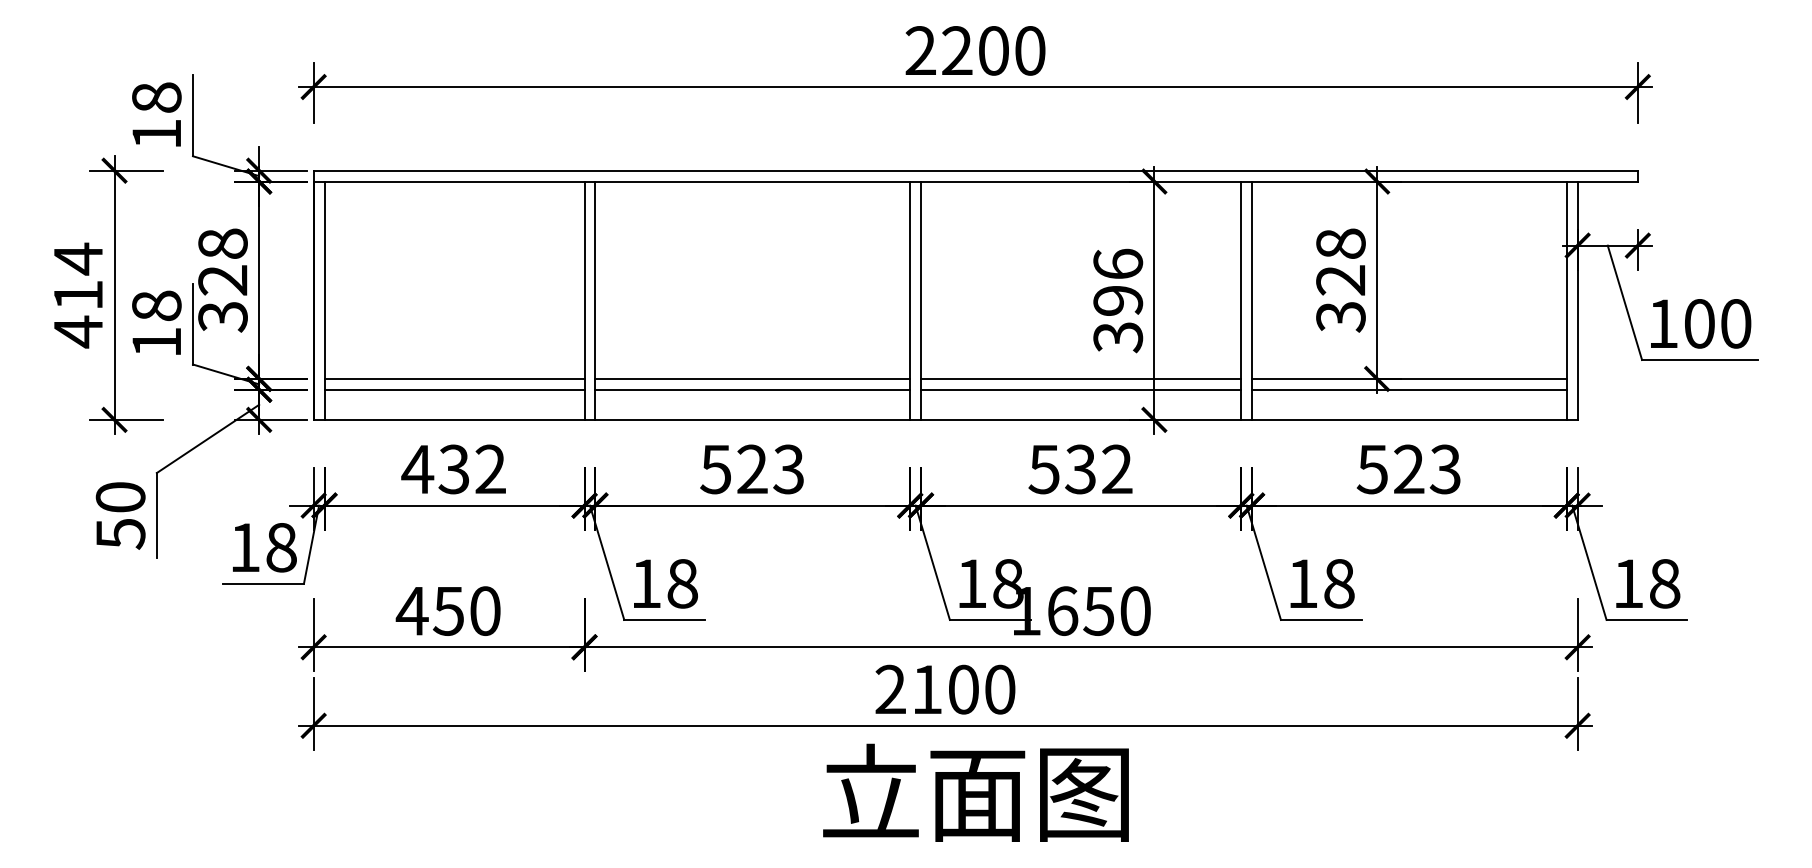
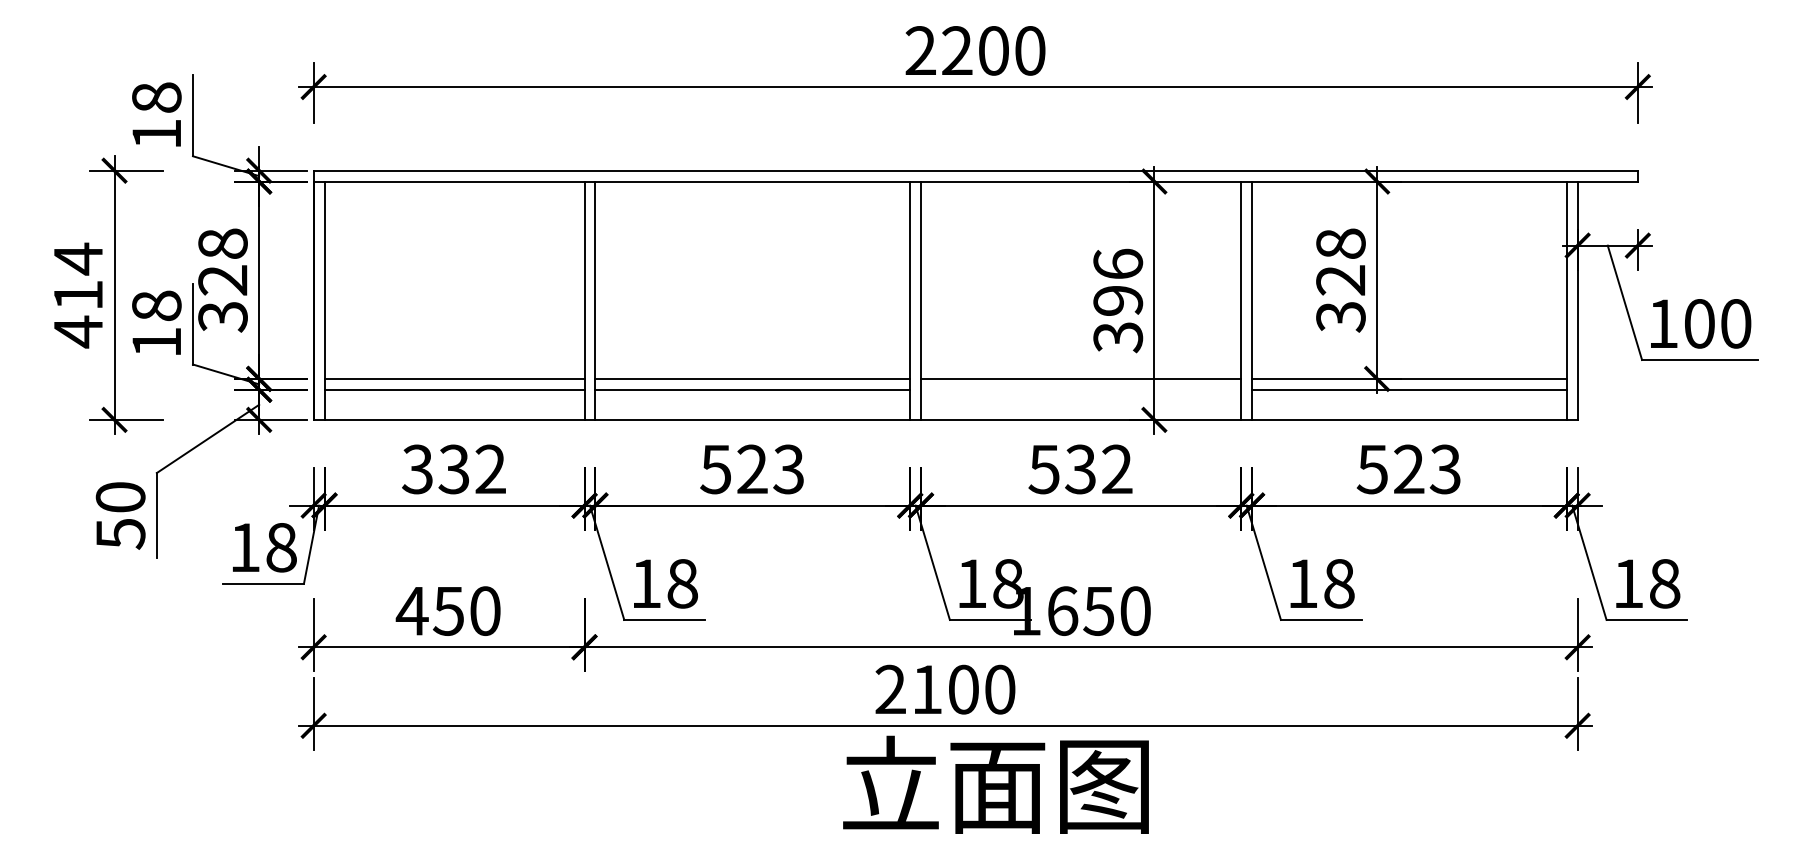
line at (1081, 389): present -> none
text at (417, 469): 432 -> 332
text at (975, 792) position: (975, 792) -> (995, 784)
